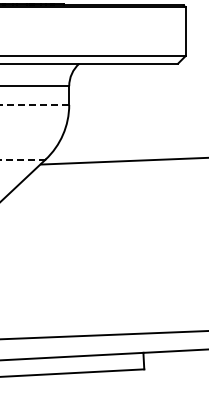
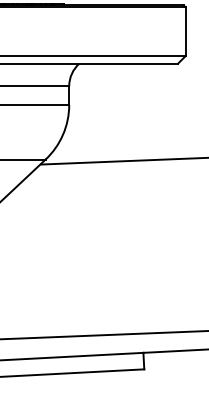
line at (34, 104): dashed -> solid
line at (22, 159): dashed -> solid
